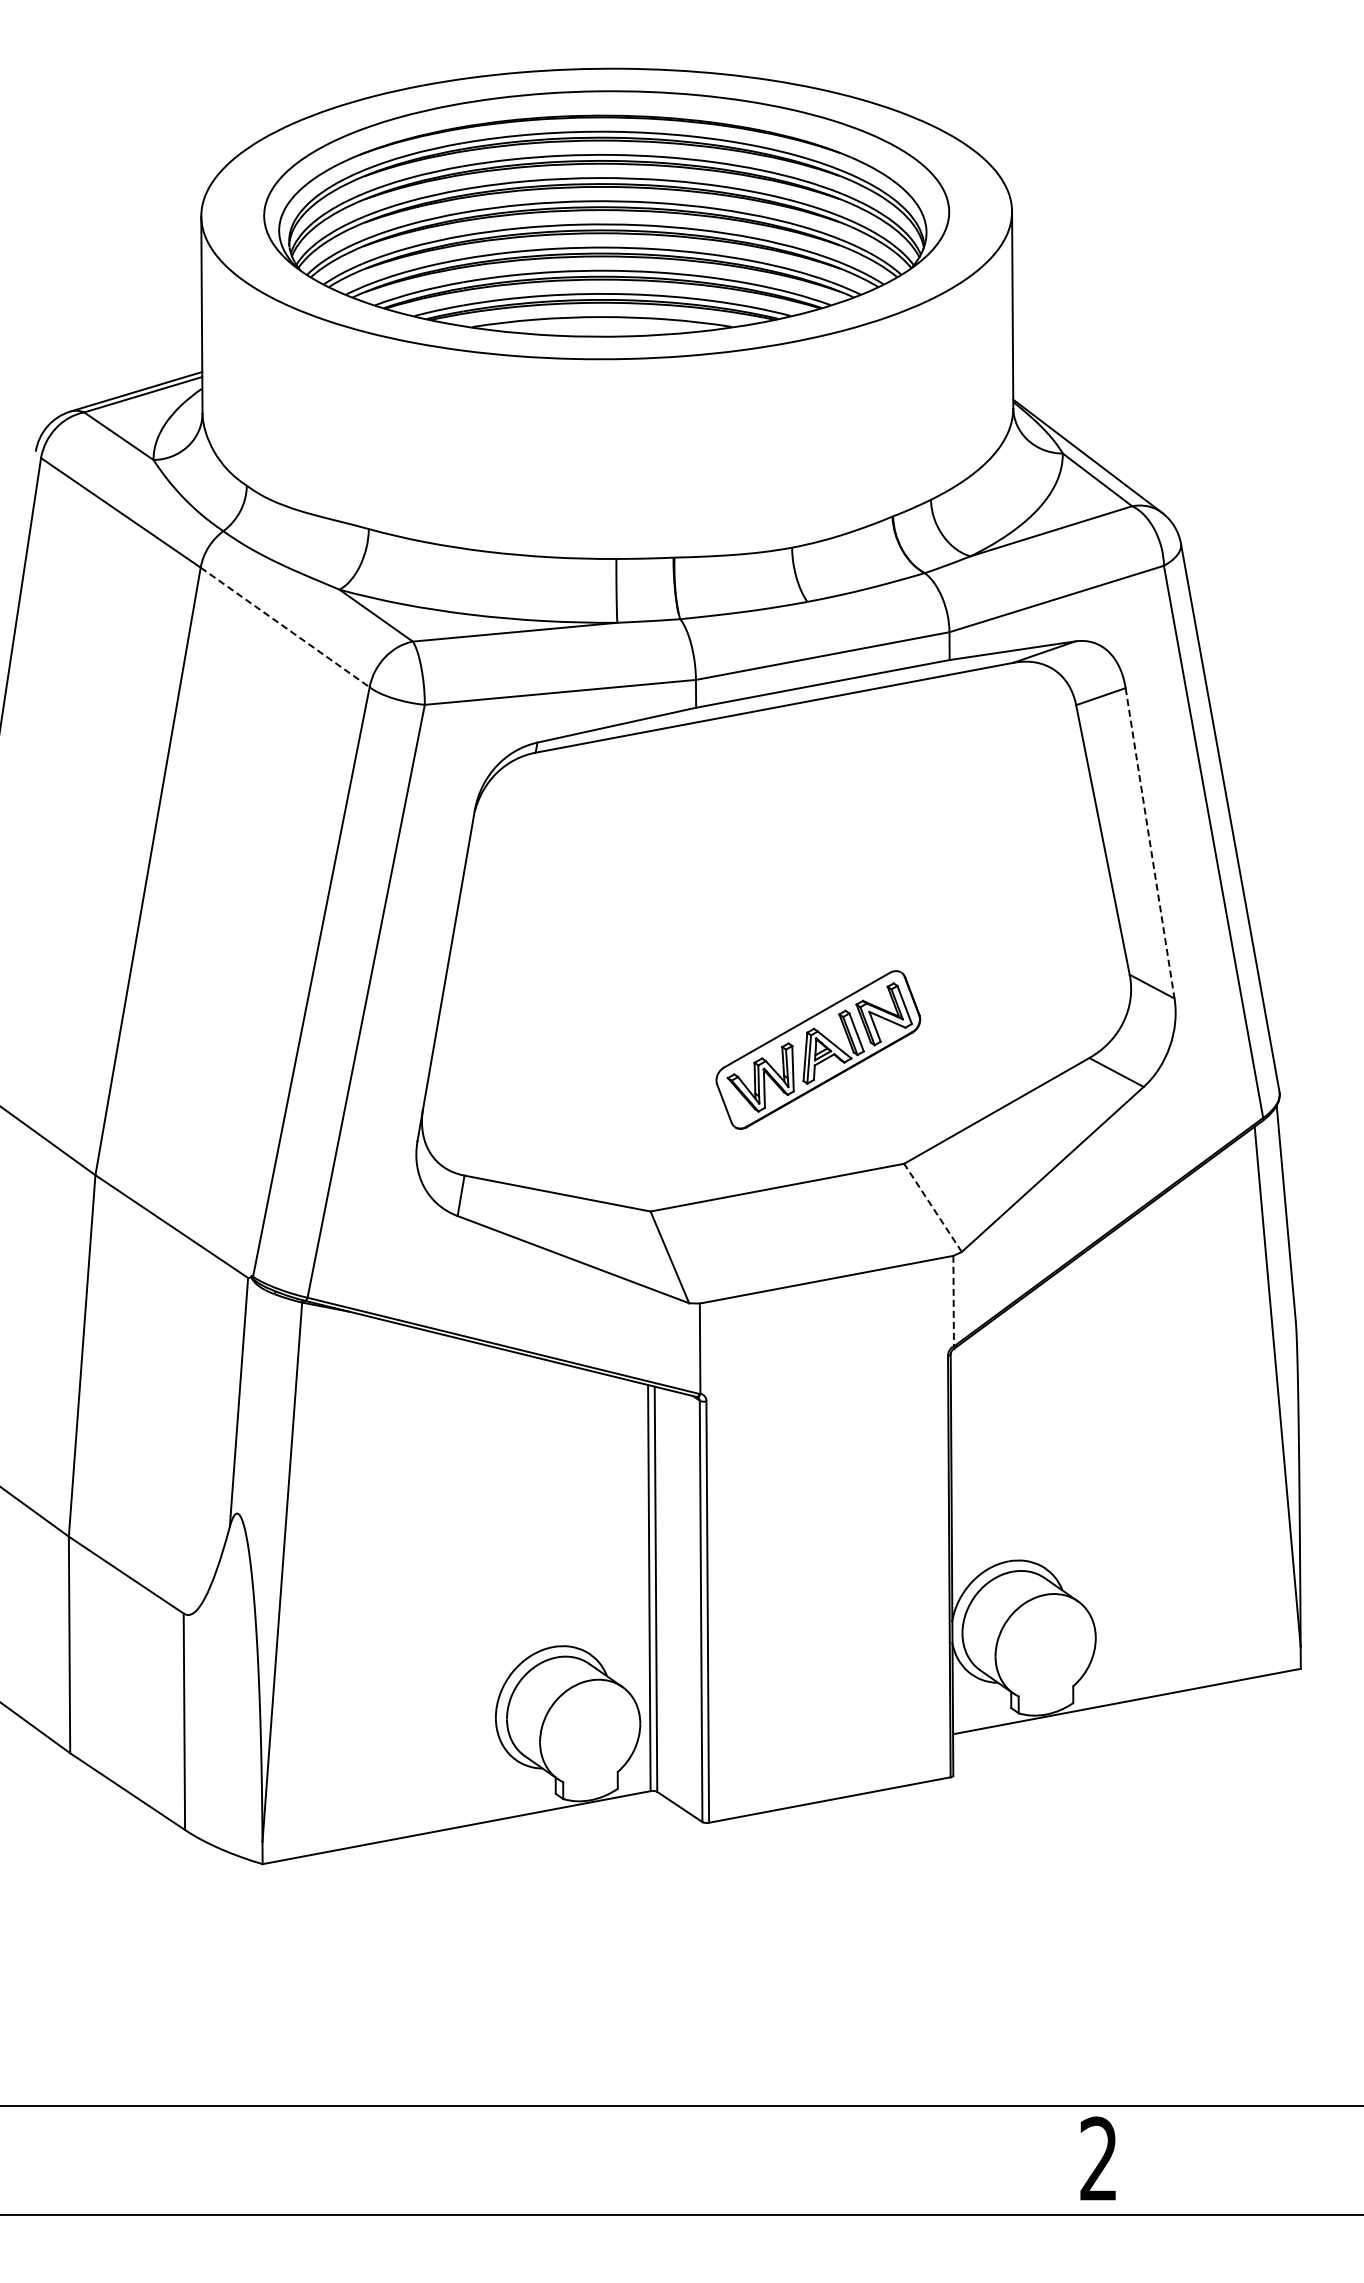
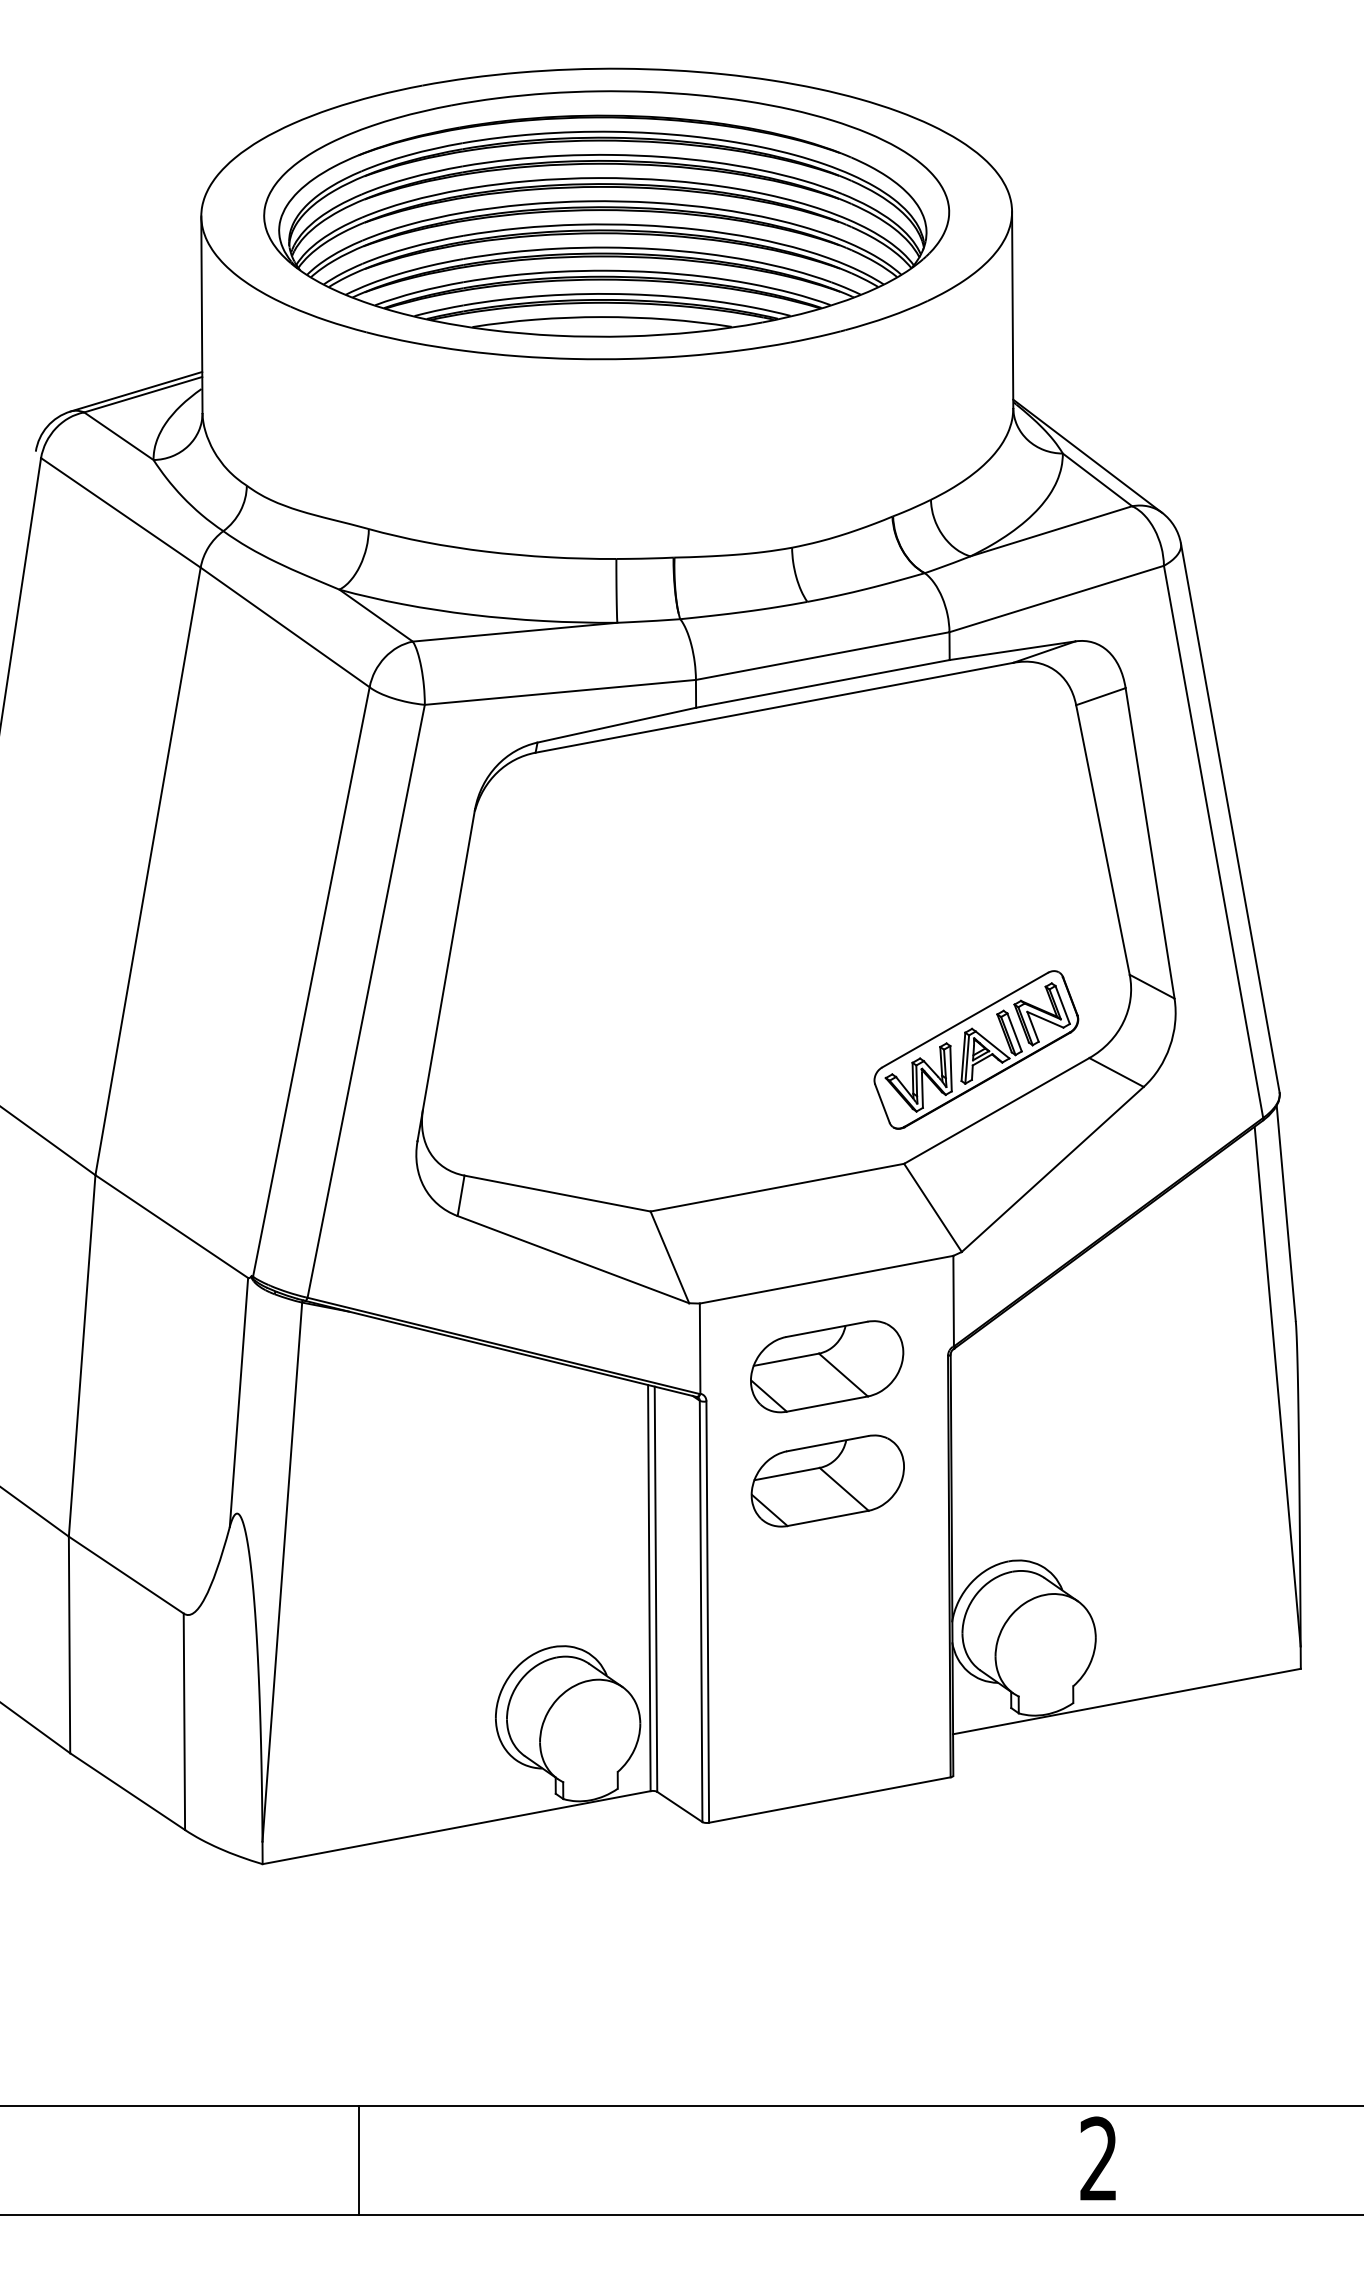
line at (285, 627): dashed -> solid
line at (1150, 843): dashed -> solid
part at (818, 1049) position: (818, 1049) -> (976, 1049)
line at (932, 1207): dashed -> solid
line at (953, 1301): dashed -> solid
part at (827, 1366): none -> present
part at (827, 1480): none -> present
line at (358, 2159): none -> present
